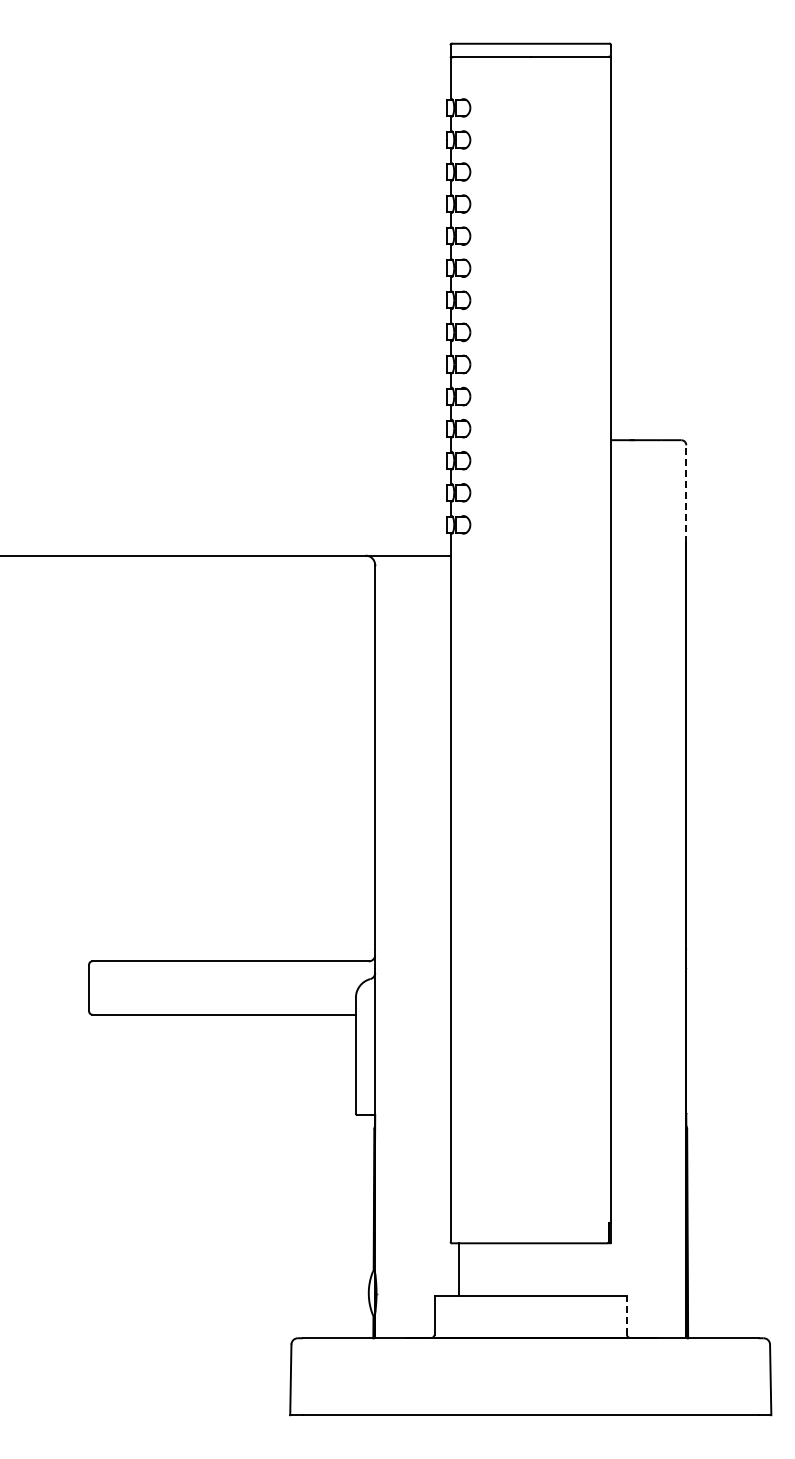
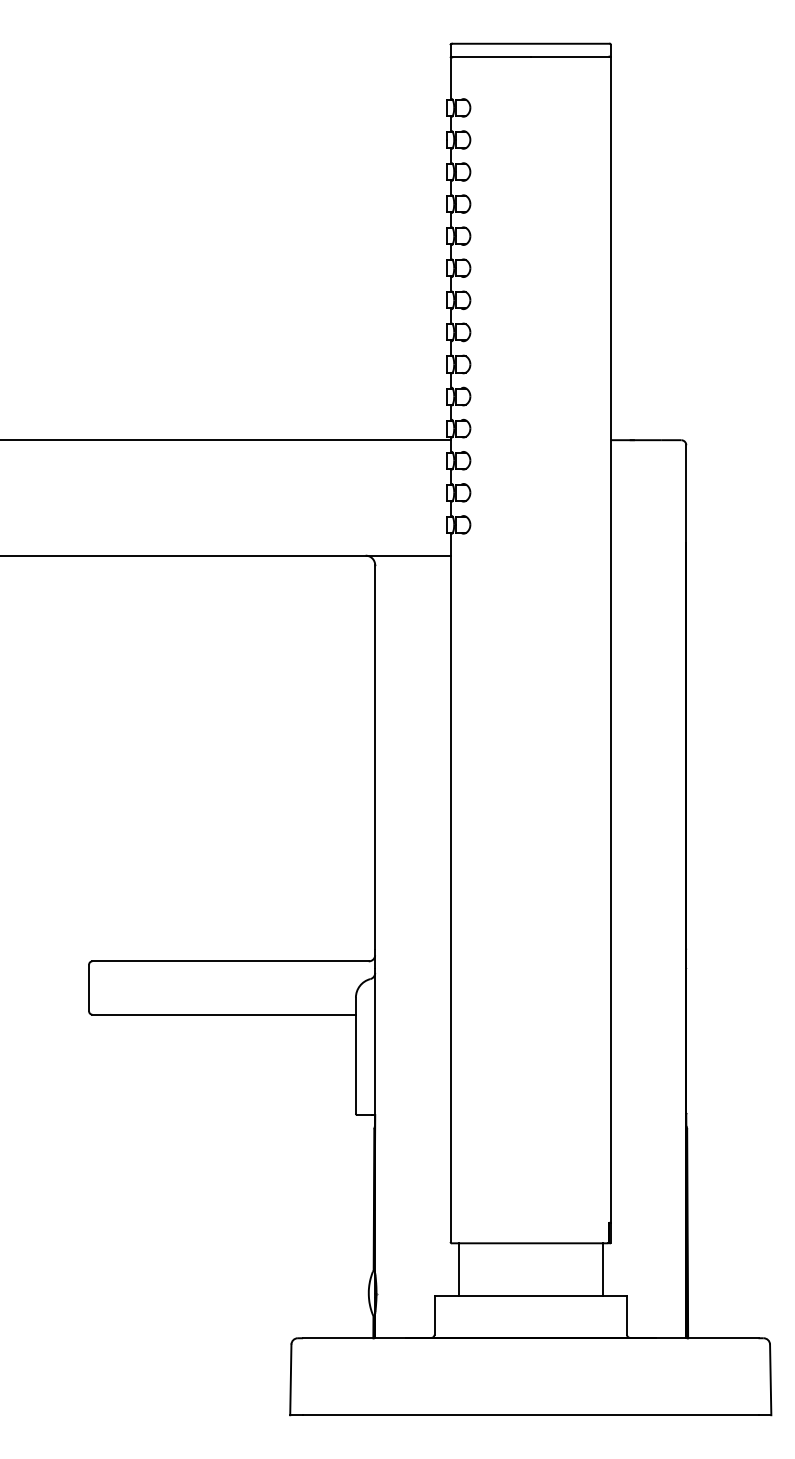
line at (226, 440): none -> present
line at (686, 493): dashed -> solid
line at (602, 1269): none -> present
line at (627, 1314): dashed -> solid
